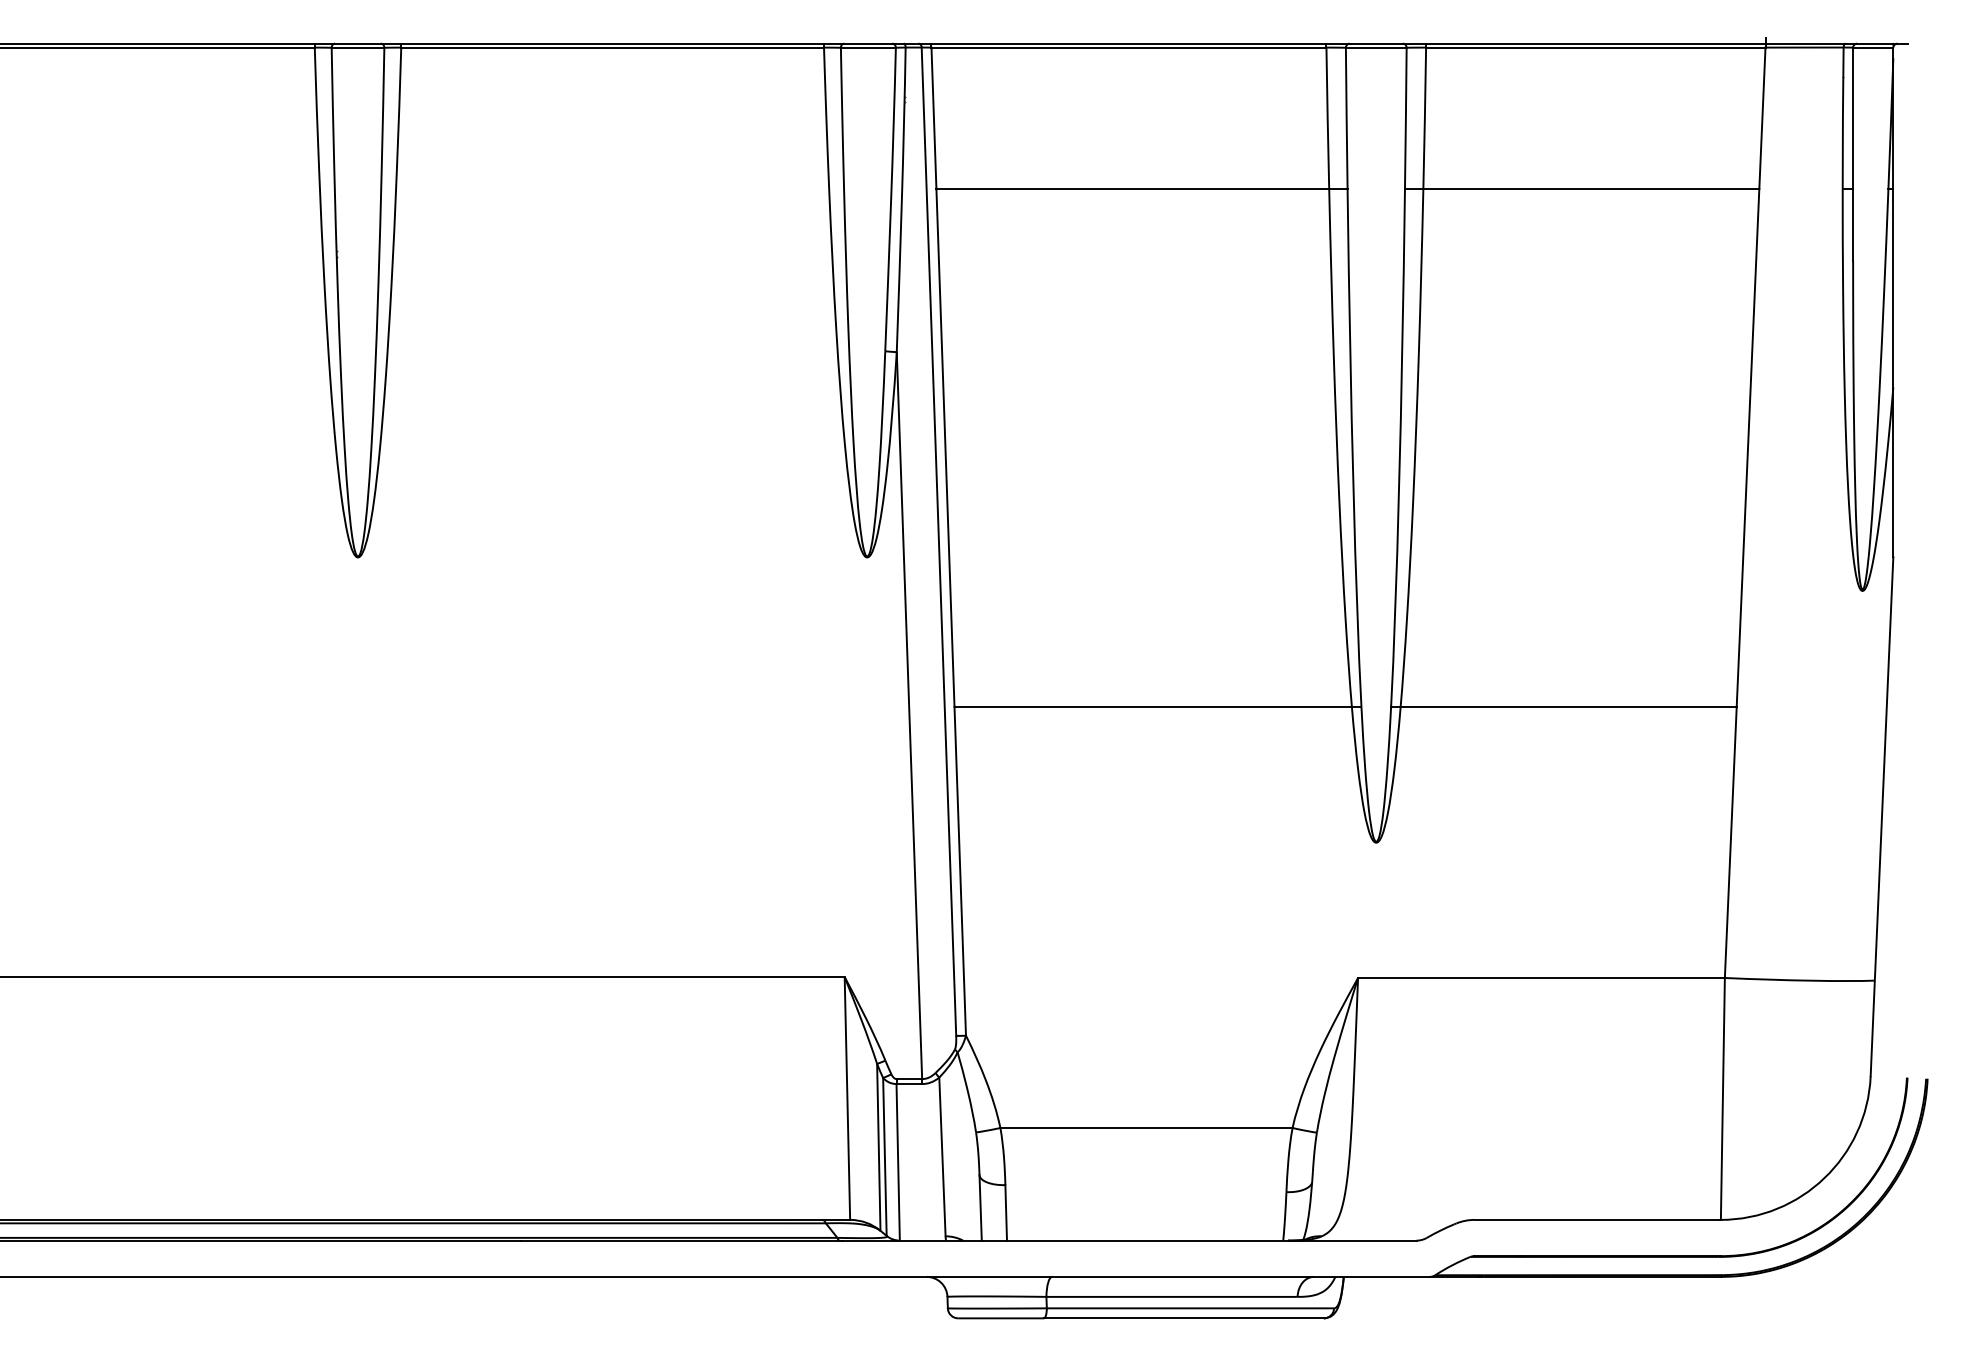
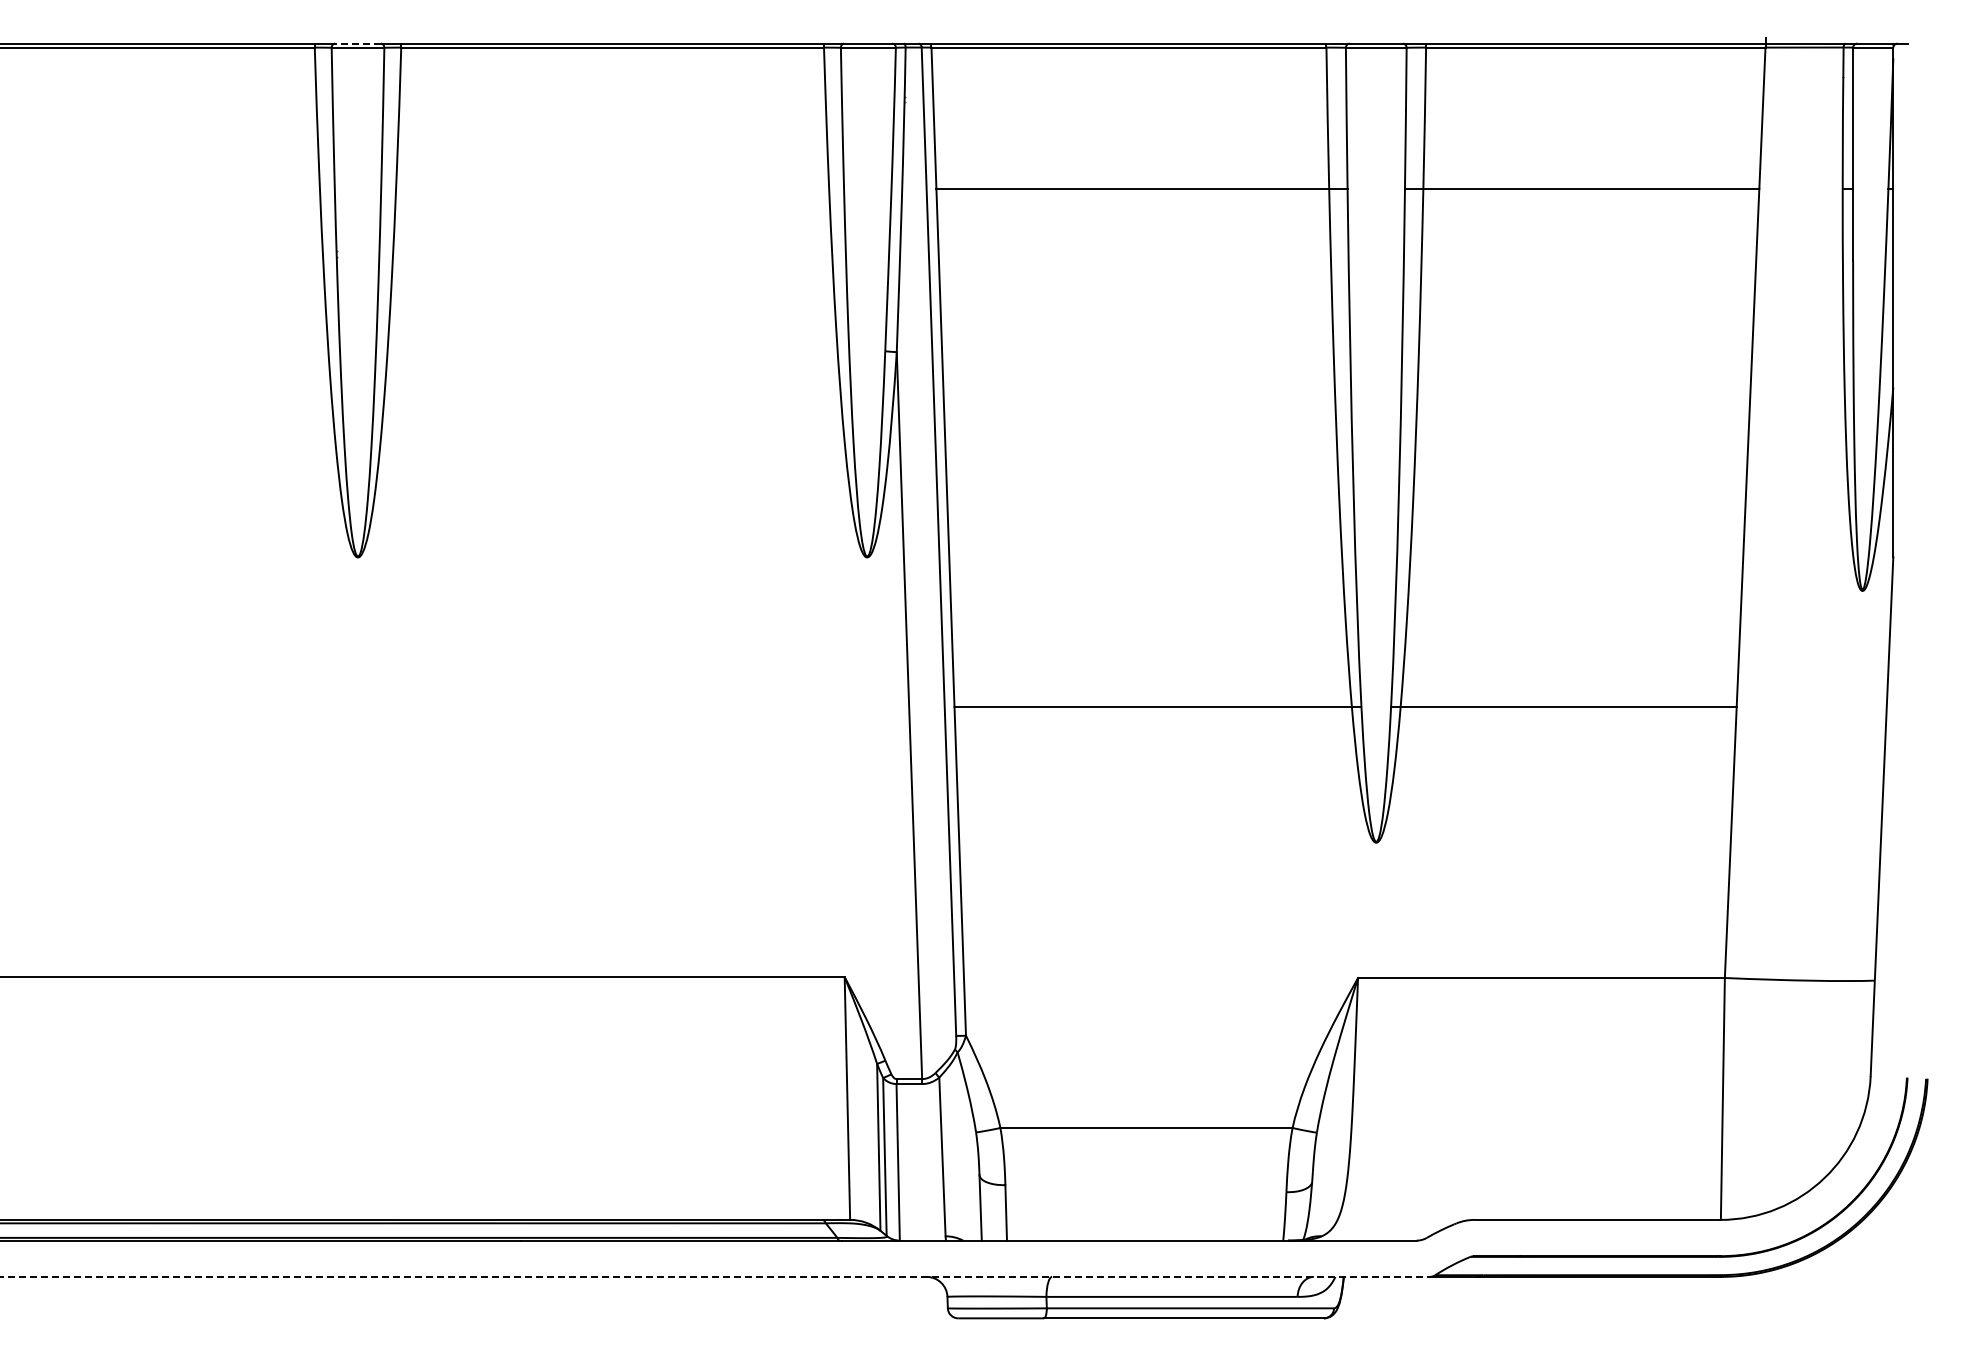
line at (358, 43): solid -> dashed
line at (715, 1276): solid -> dashed
